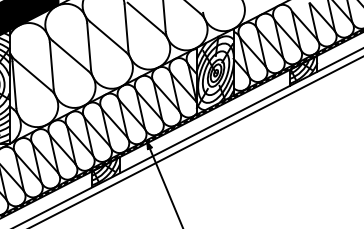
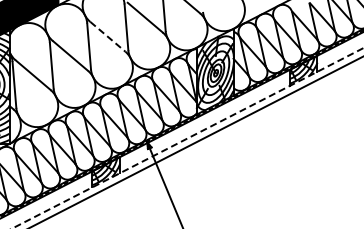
line at (108, 37): solid -> dashed
line at (187, 138): solid -> dashed
